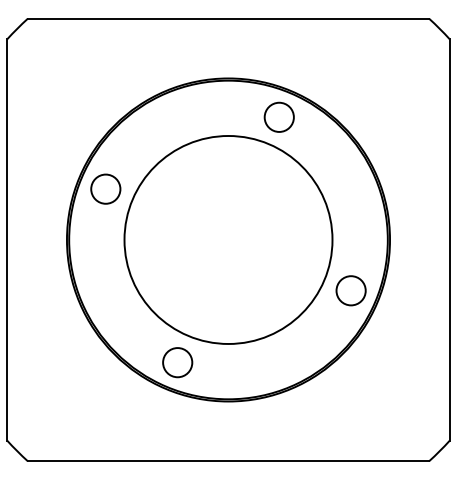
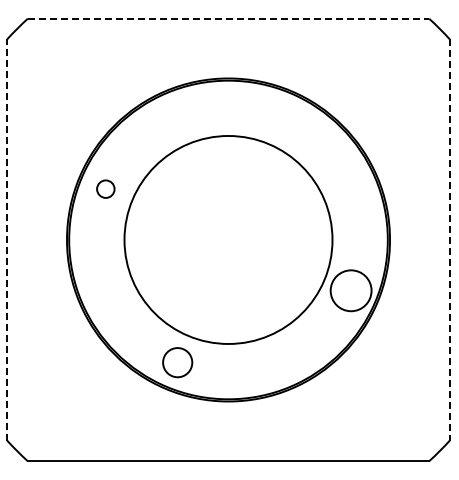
line at (228, 18): solid -> dashed
circle at (278, 116): present -> none
circle at (105, 188) diameter: 29 px -> 18 px
line at (7, 240): solid -> dashed
line at (449, 240): solid -> dashed
circle at (350, 290) diameter: 29 px -> 41 px
